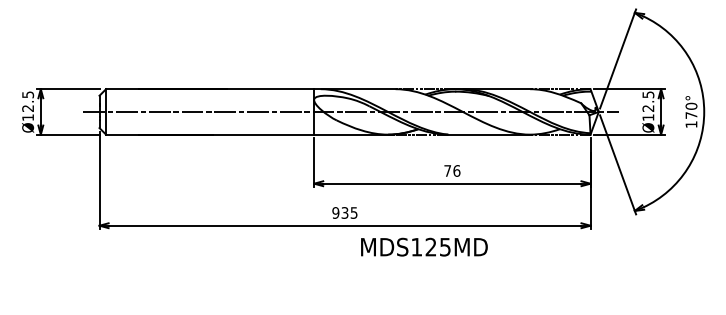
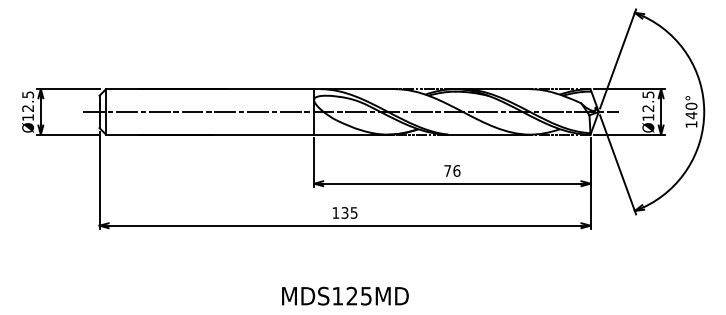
text at (691, 115): 170° -> 140°
text at (335, 212): 935 -> 135
text at (424, 246) position: (424, 246) -> (345, 295)
